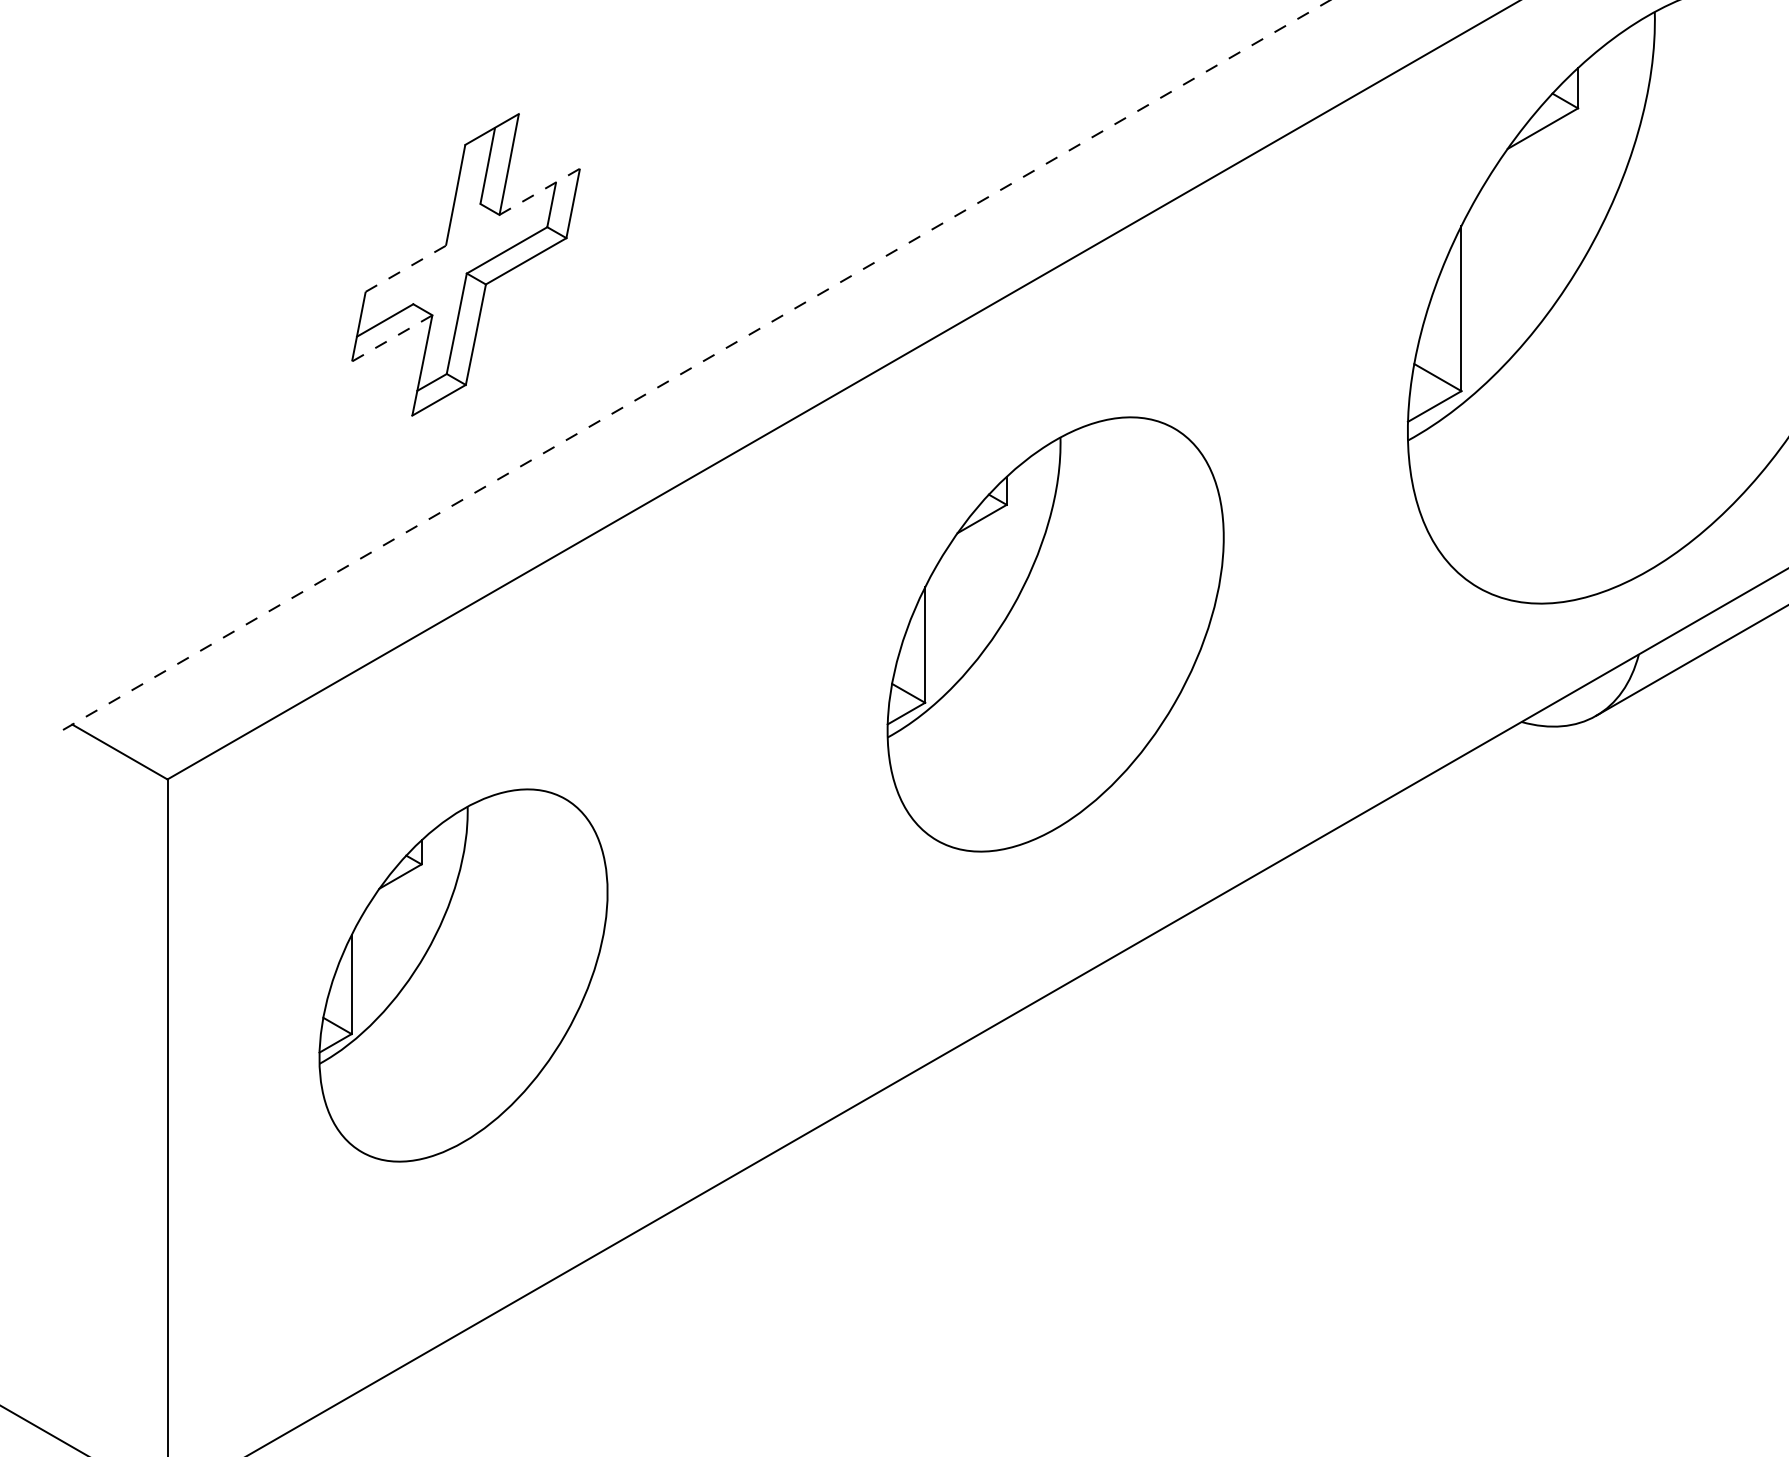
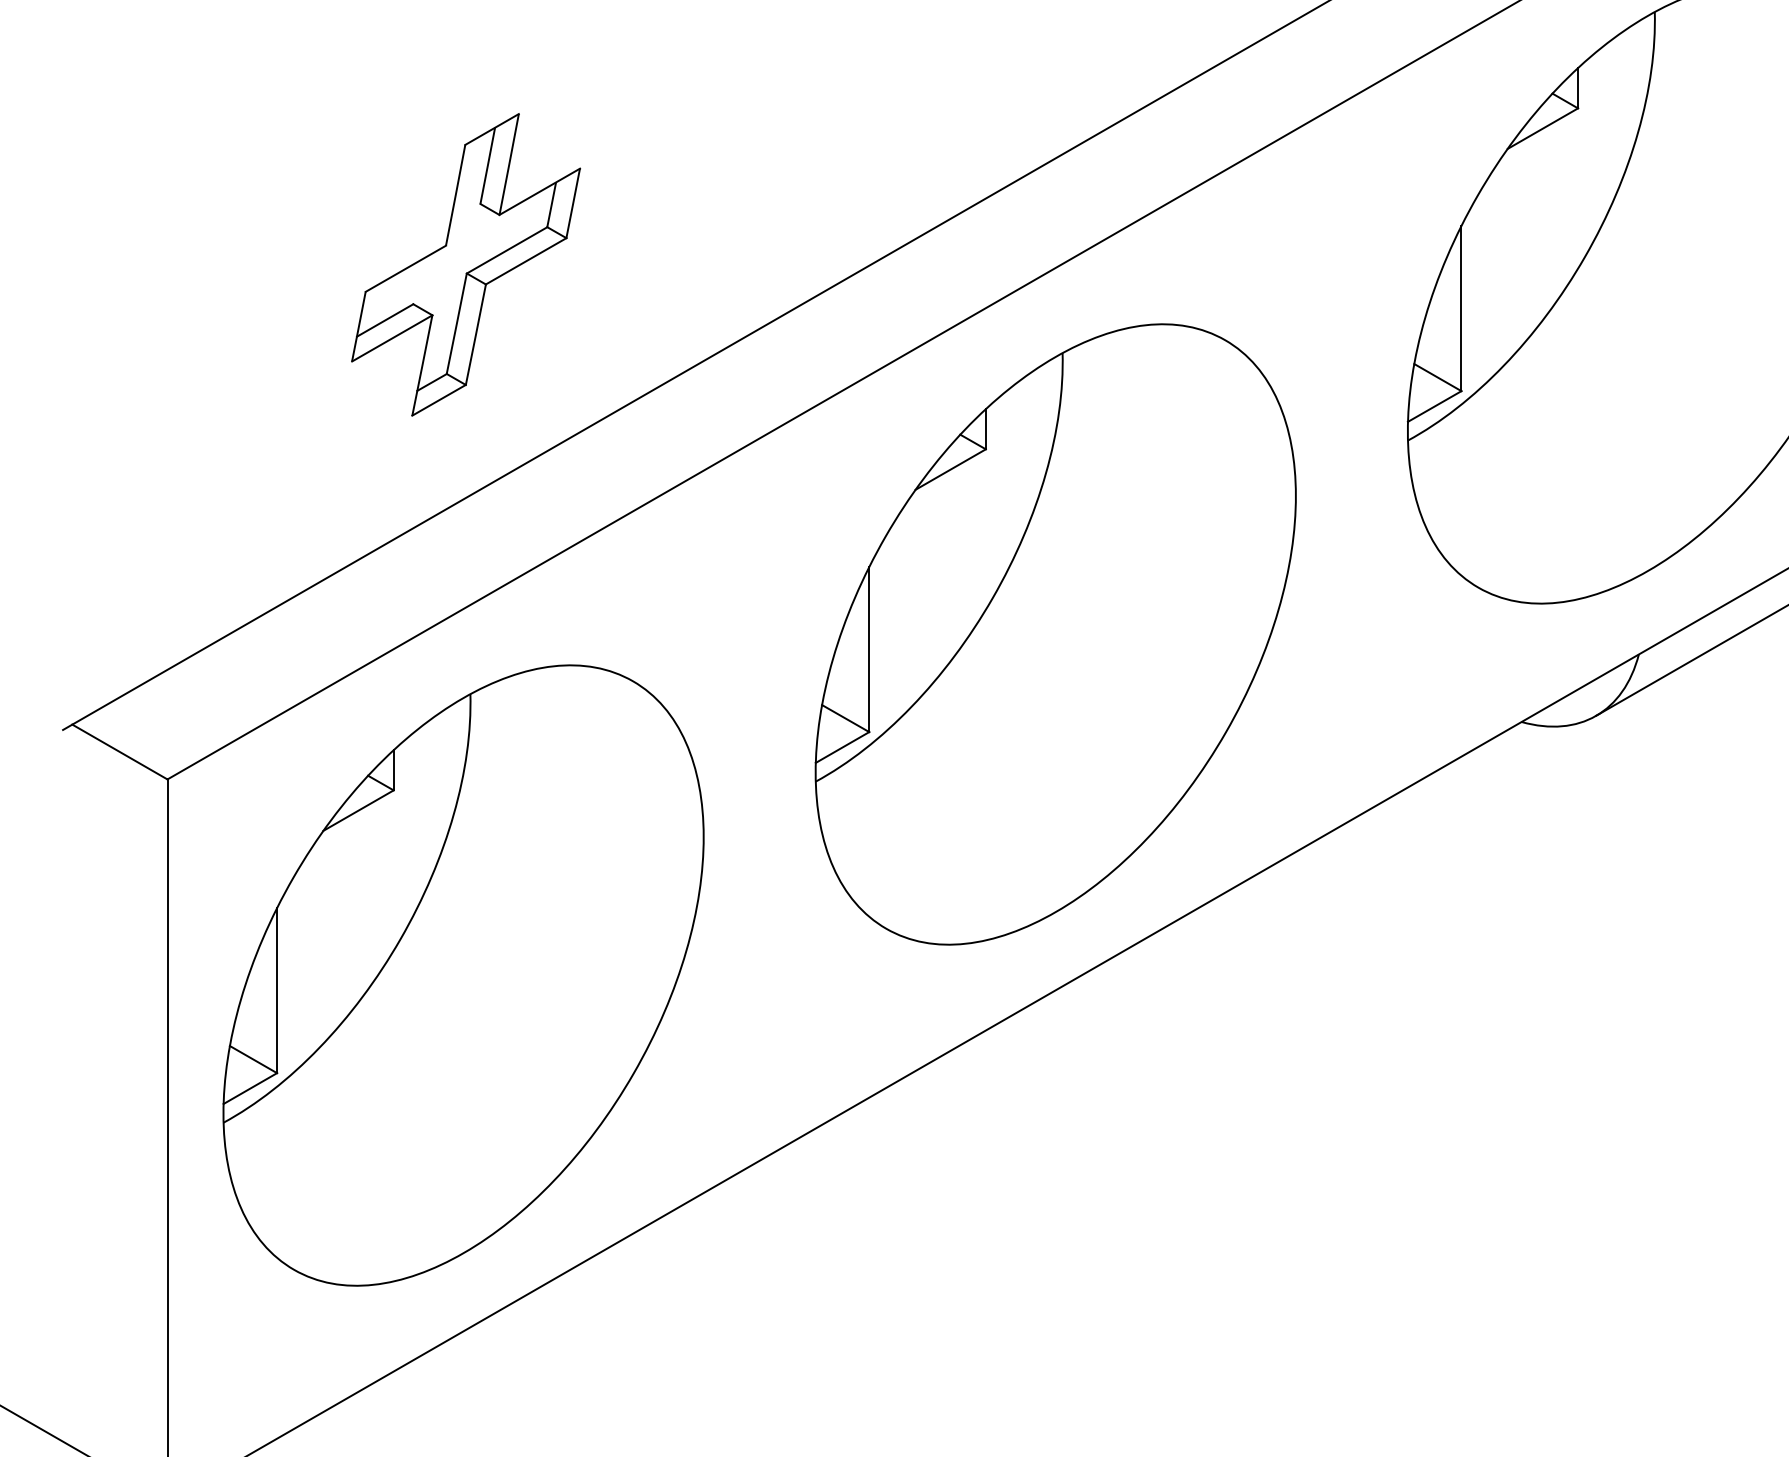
line at (540, 191): dashed -> solid
line at (406, 268): dashed -> solid
line at (391, 338): dashed -> solid
line at (697, 364): dashed -> solid
part at (1055, 634) size: 339x437 px -> 483x623 px
part at (463, 975) size: 291x375 px -> 483x623 px
